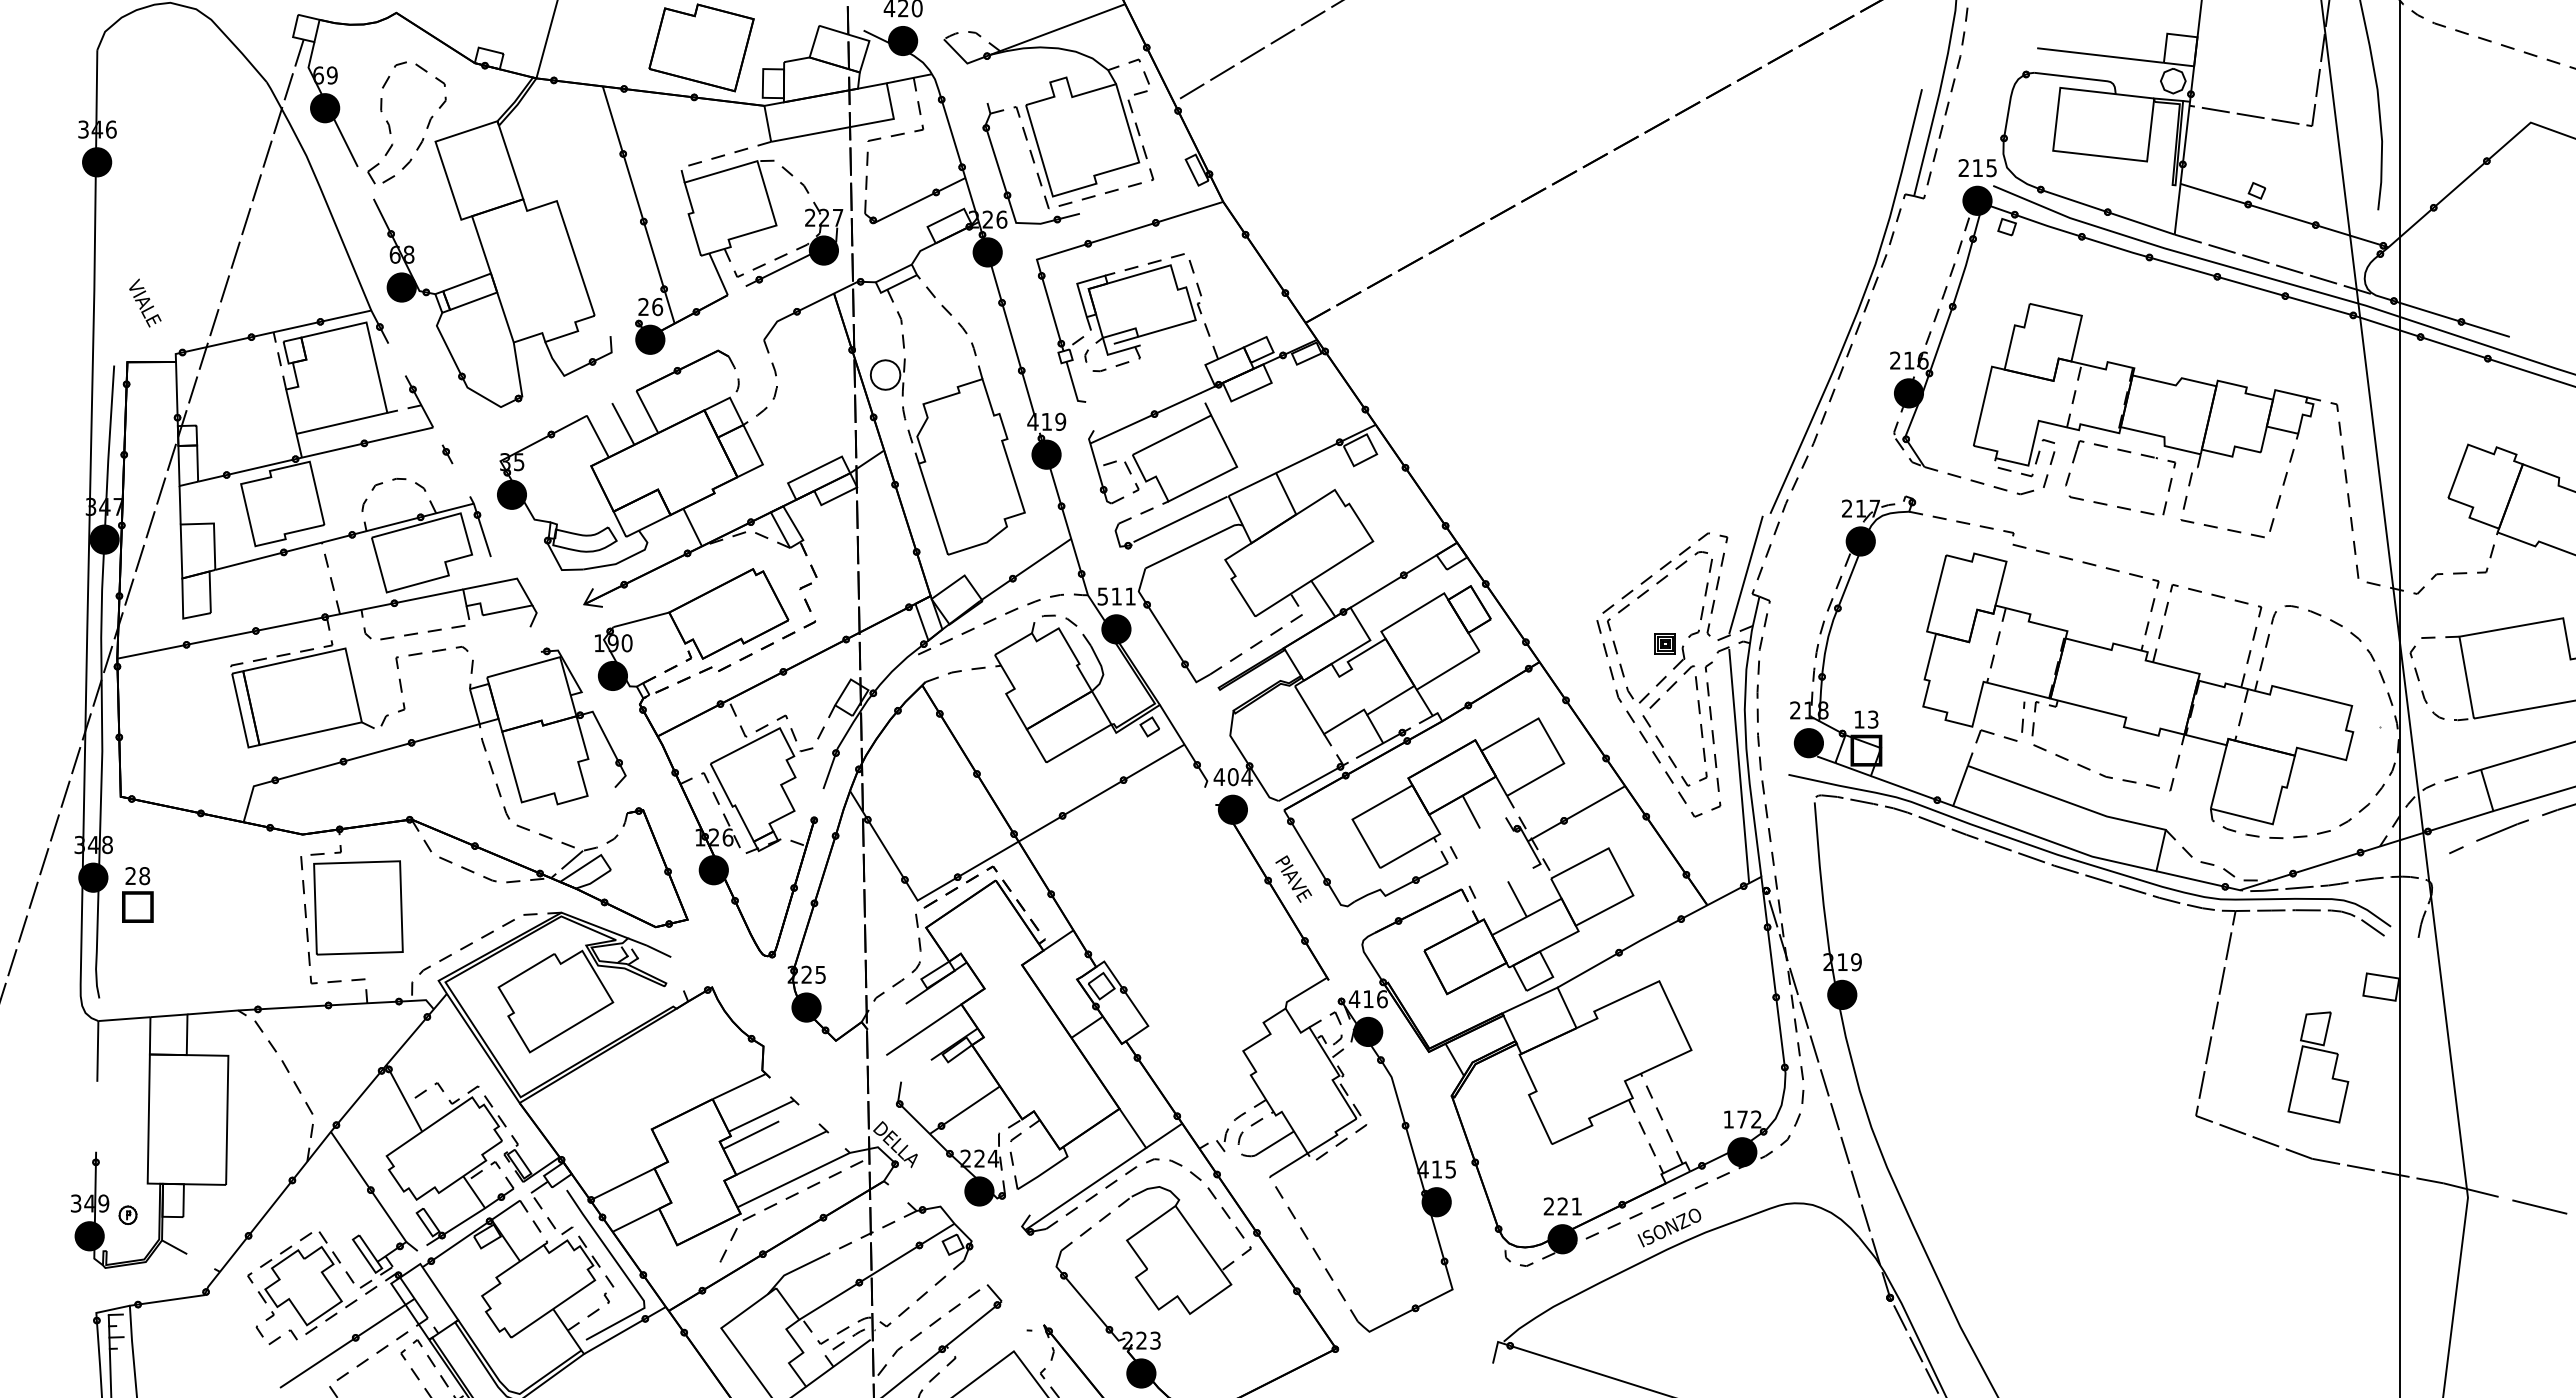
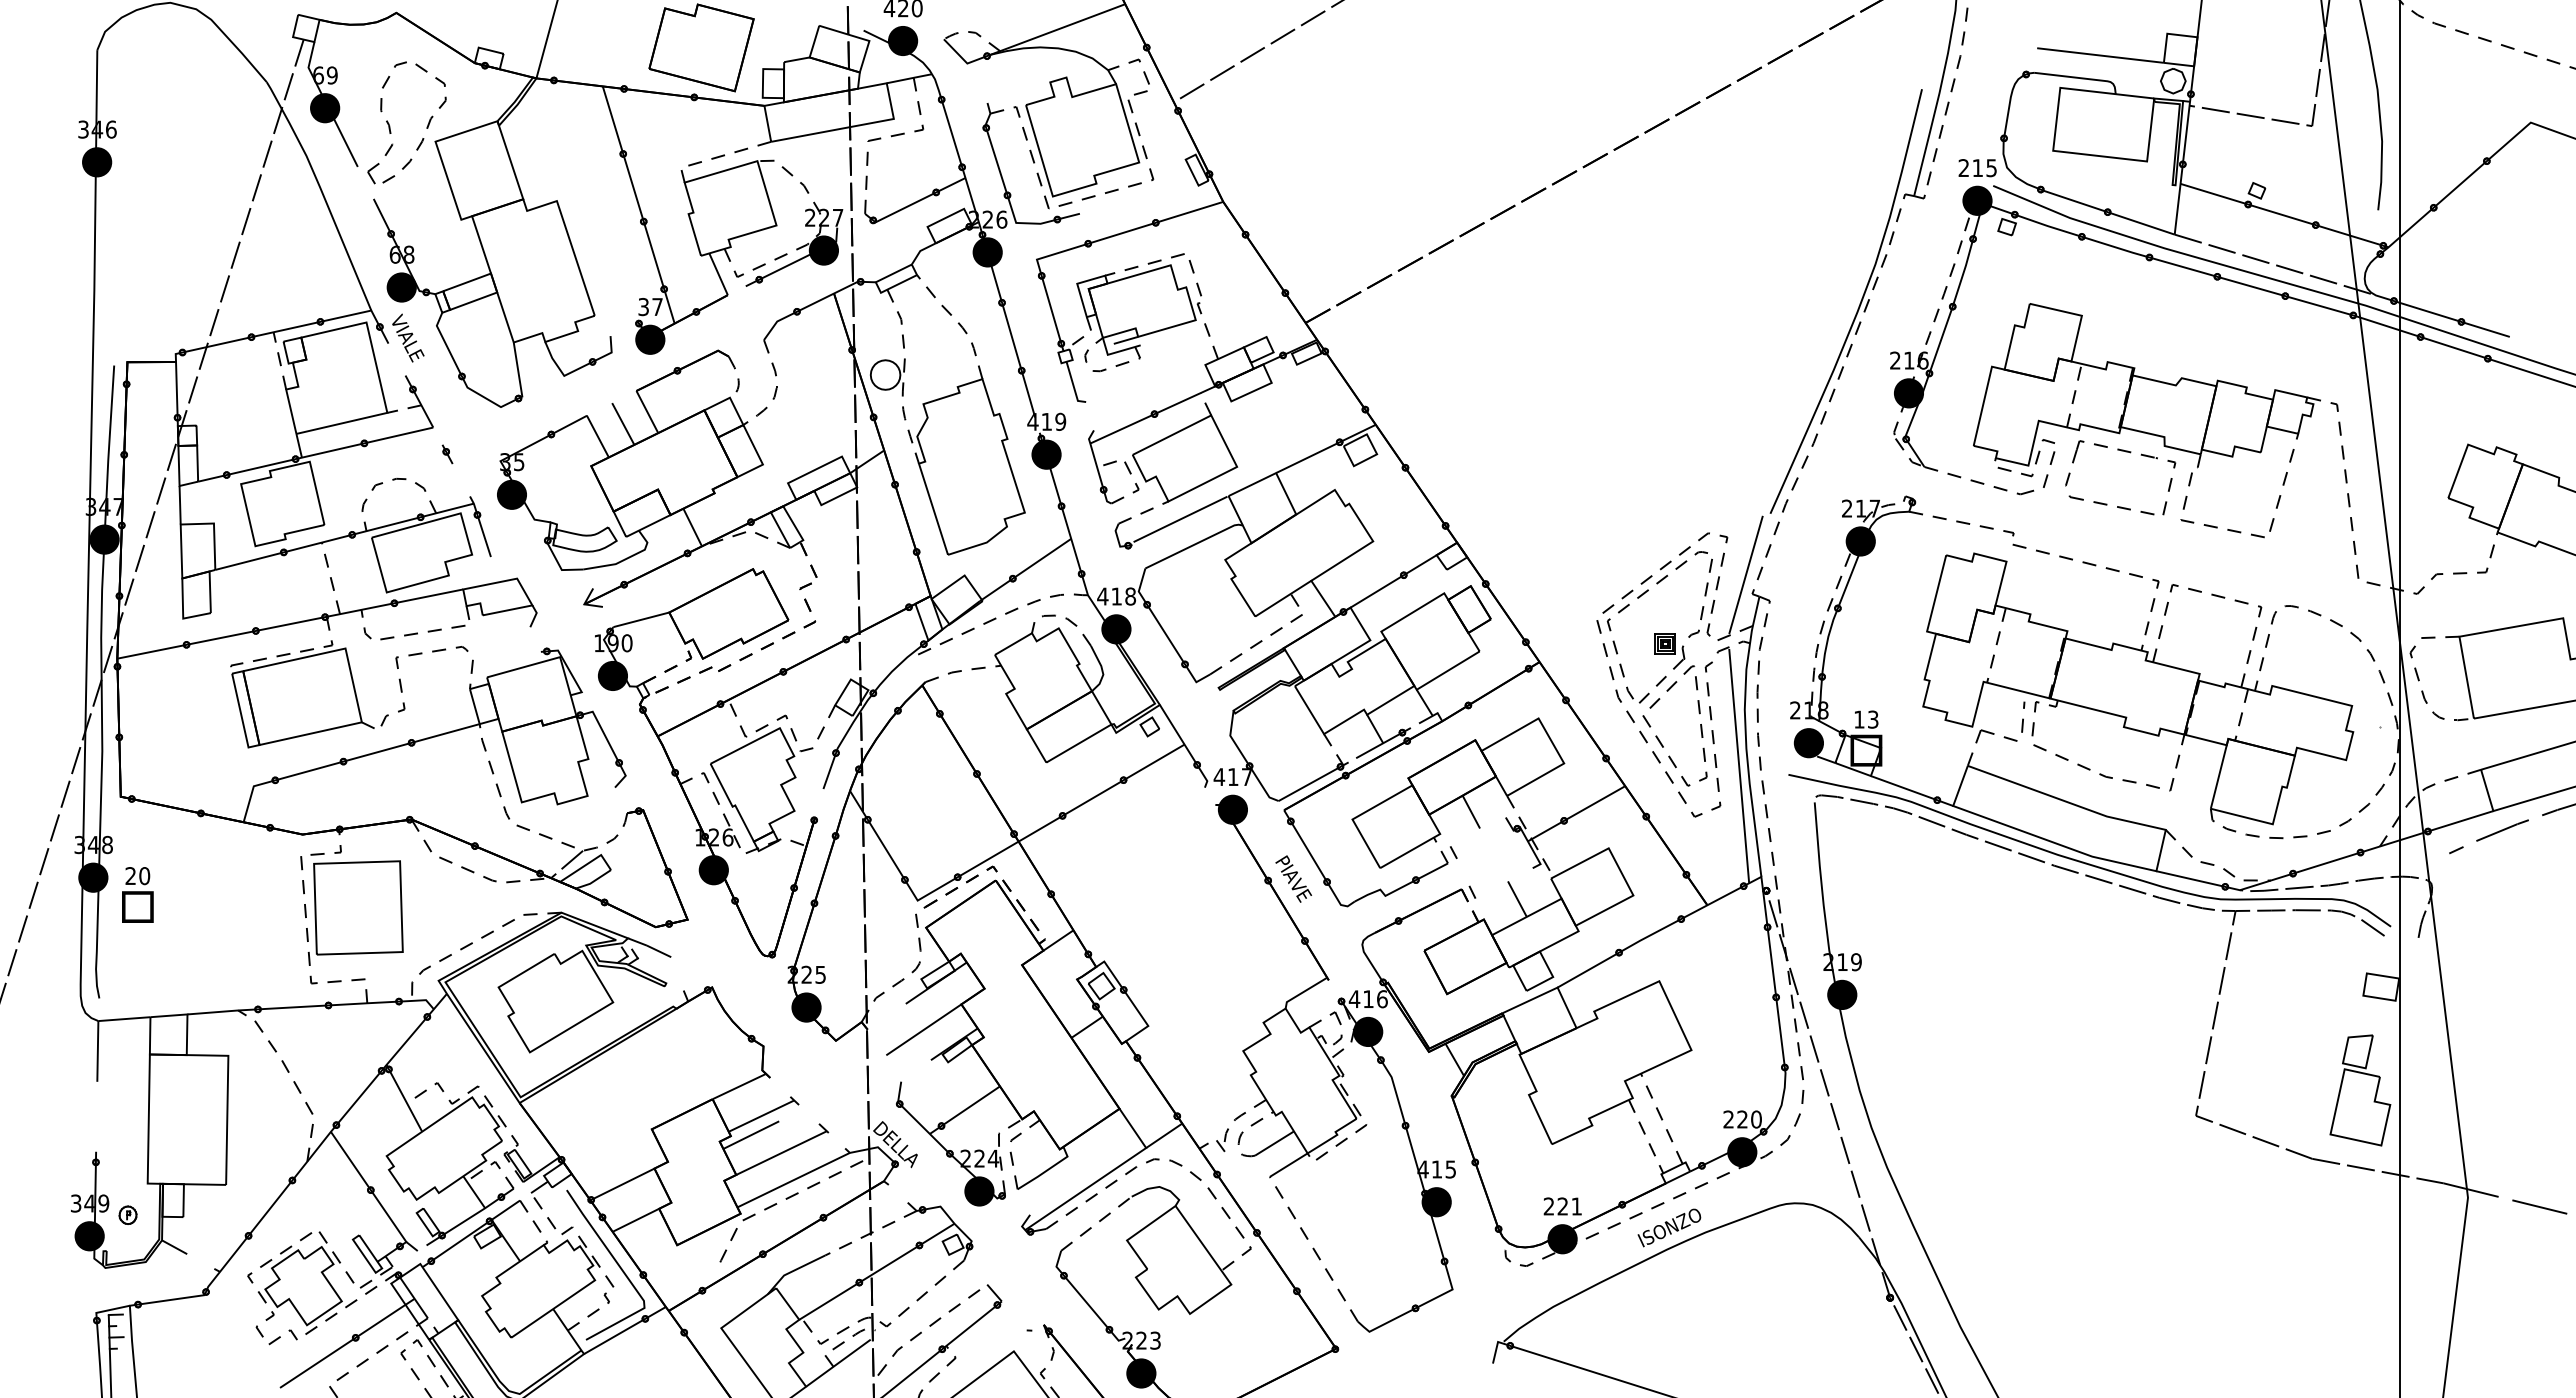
text at (145, 302) position: (145, 302) -> (408, 337)
text at (650, 307): 26 -> 37
text at (1116, 596): 511 -> 418
text at (1239, 777): 404 -> 417
text at (144, 875): 28 -> 20
part at (2318, 1067) position: (2318, 1067) -> (2360, 1090)
text at (1742, 1119): 172 -> 220
